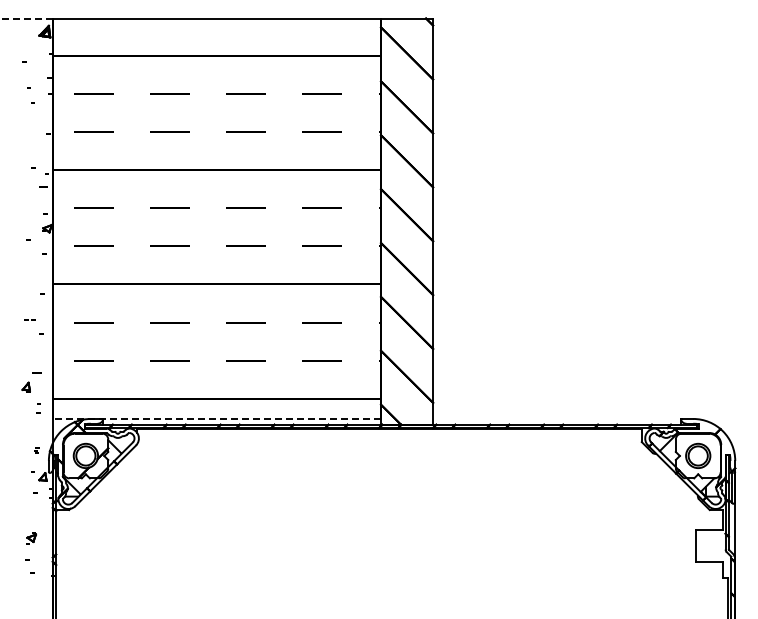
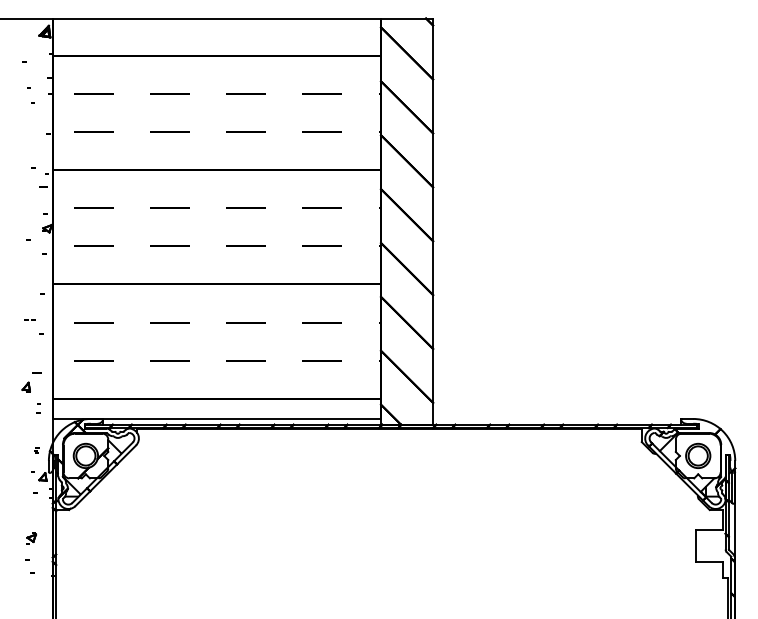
line at (26, 18): dashed -> solid
line at (216, 418): dashed -> solid
